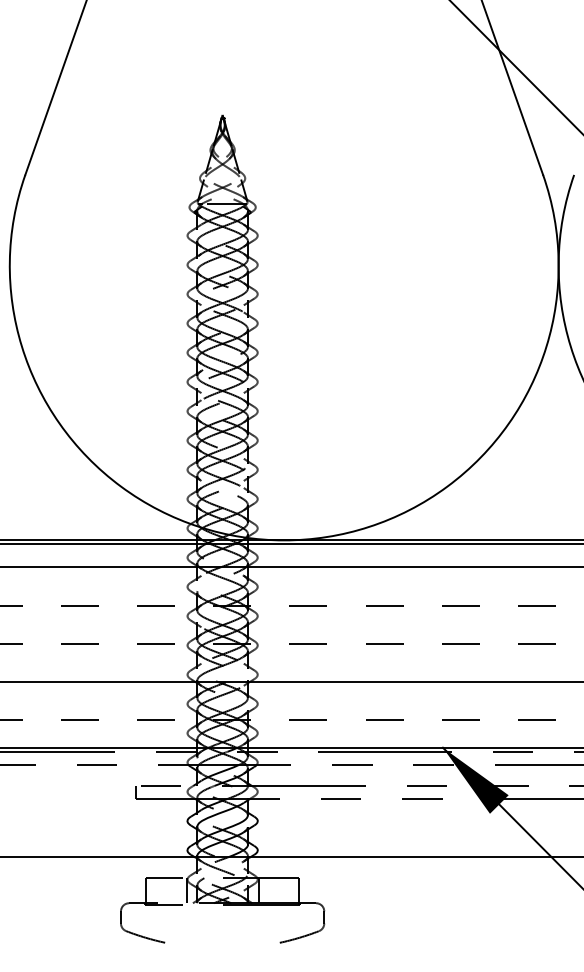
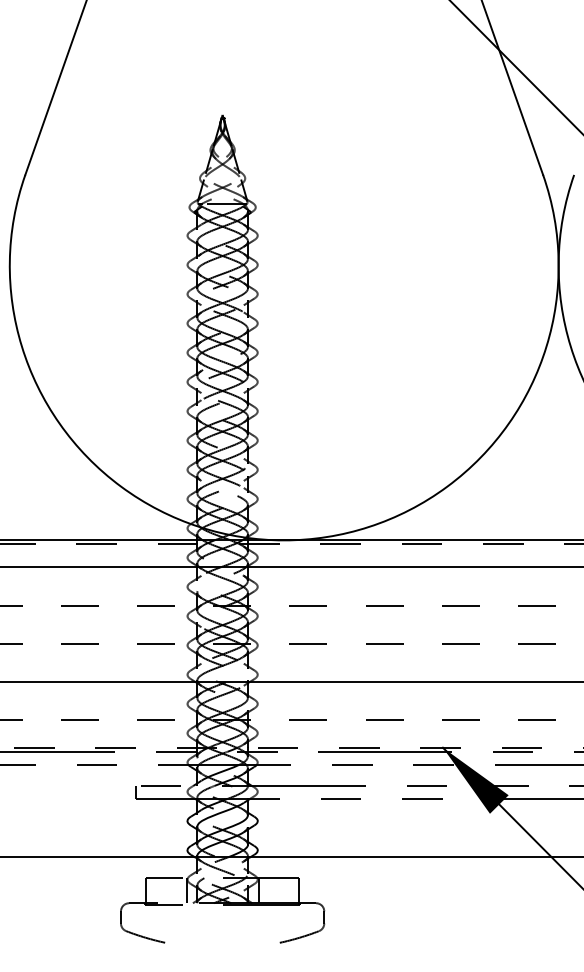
line at (292, 544): solid -> dashed
line at (291, 747): solid -> dashed
